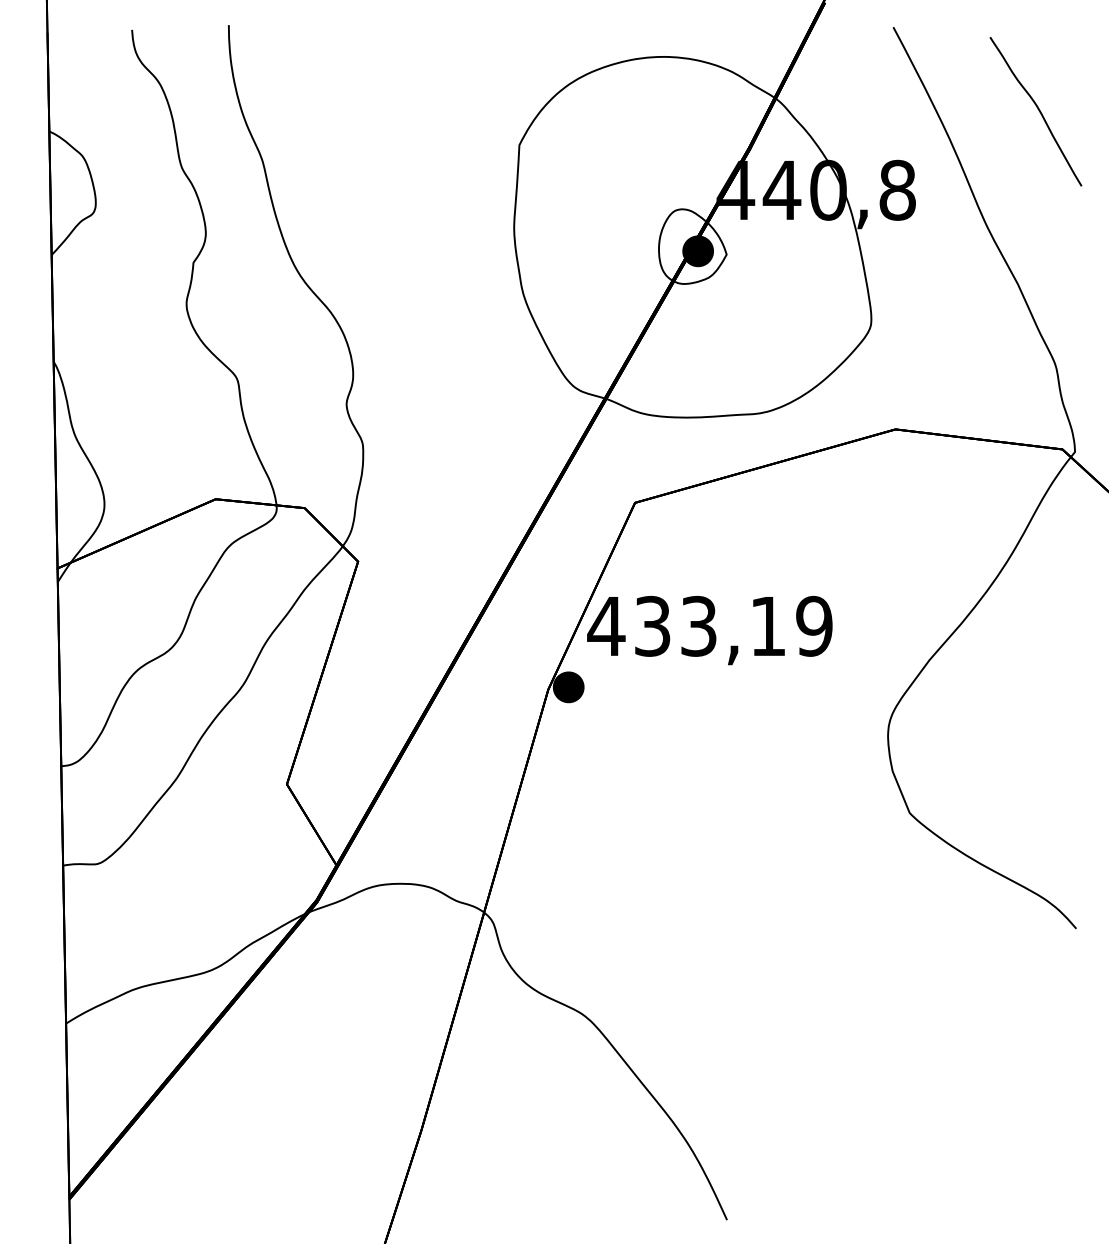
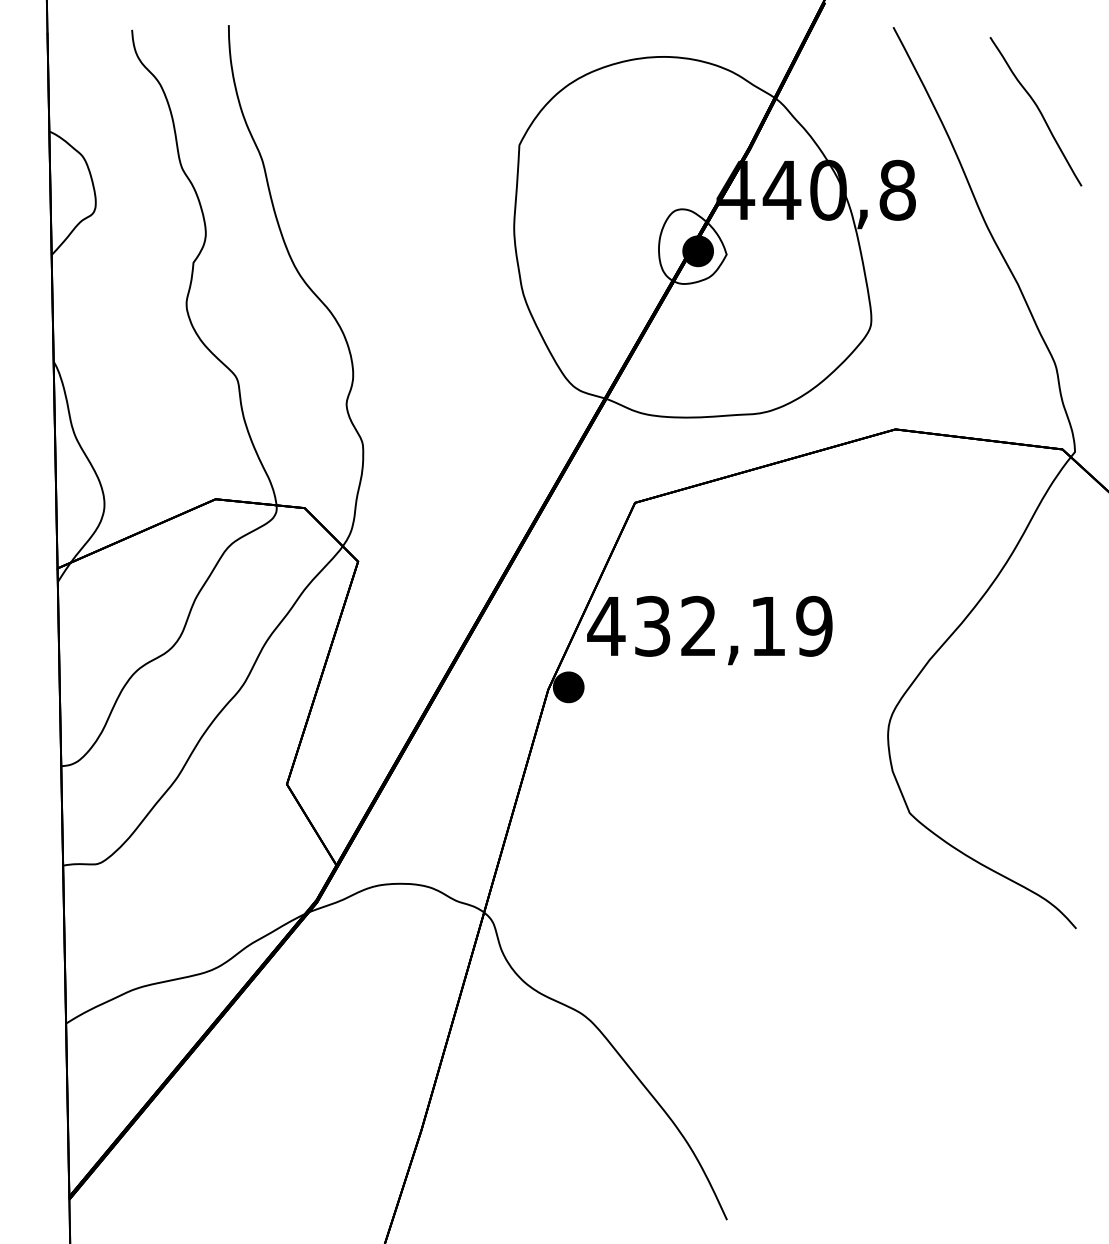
text at (698, 626): 433,19 -> 432,19
